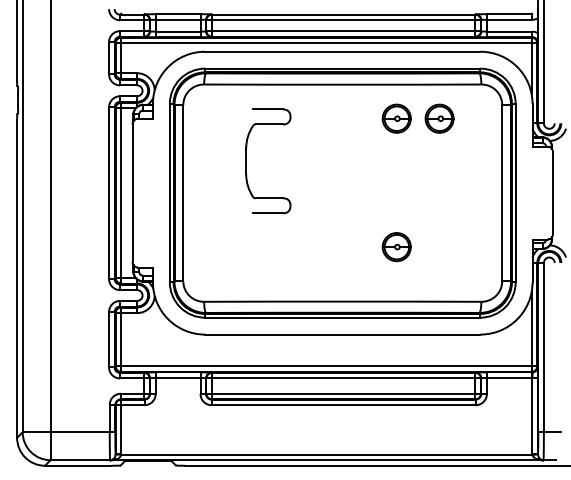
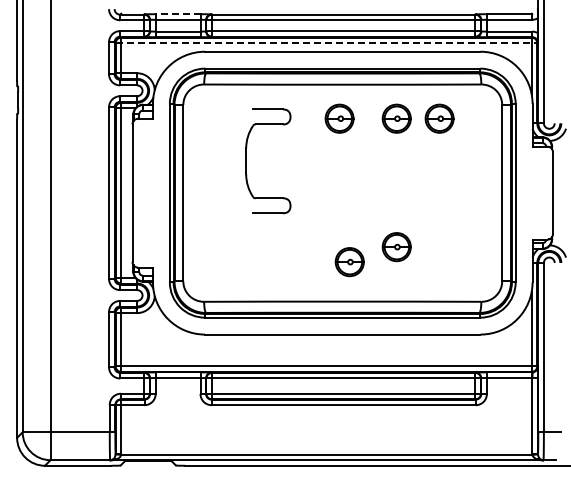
line at (177, 14): solid -> dashed
line at (326, 43): solid -> dashed
part at (339, 118): none -> present
part at (349, 262): none -> present
